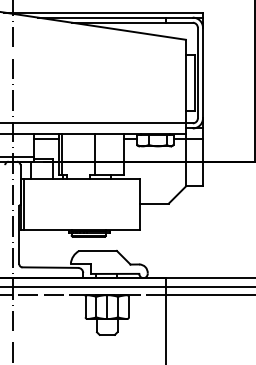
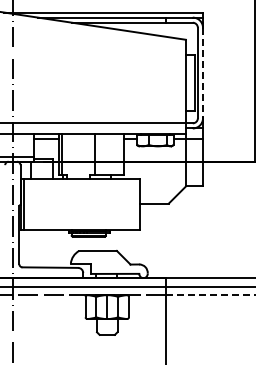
line at (203, 73): solid -> dashed
line at (211, 295): solid -> dashed
